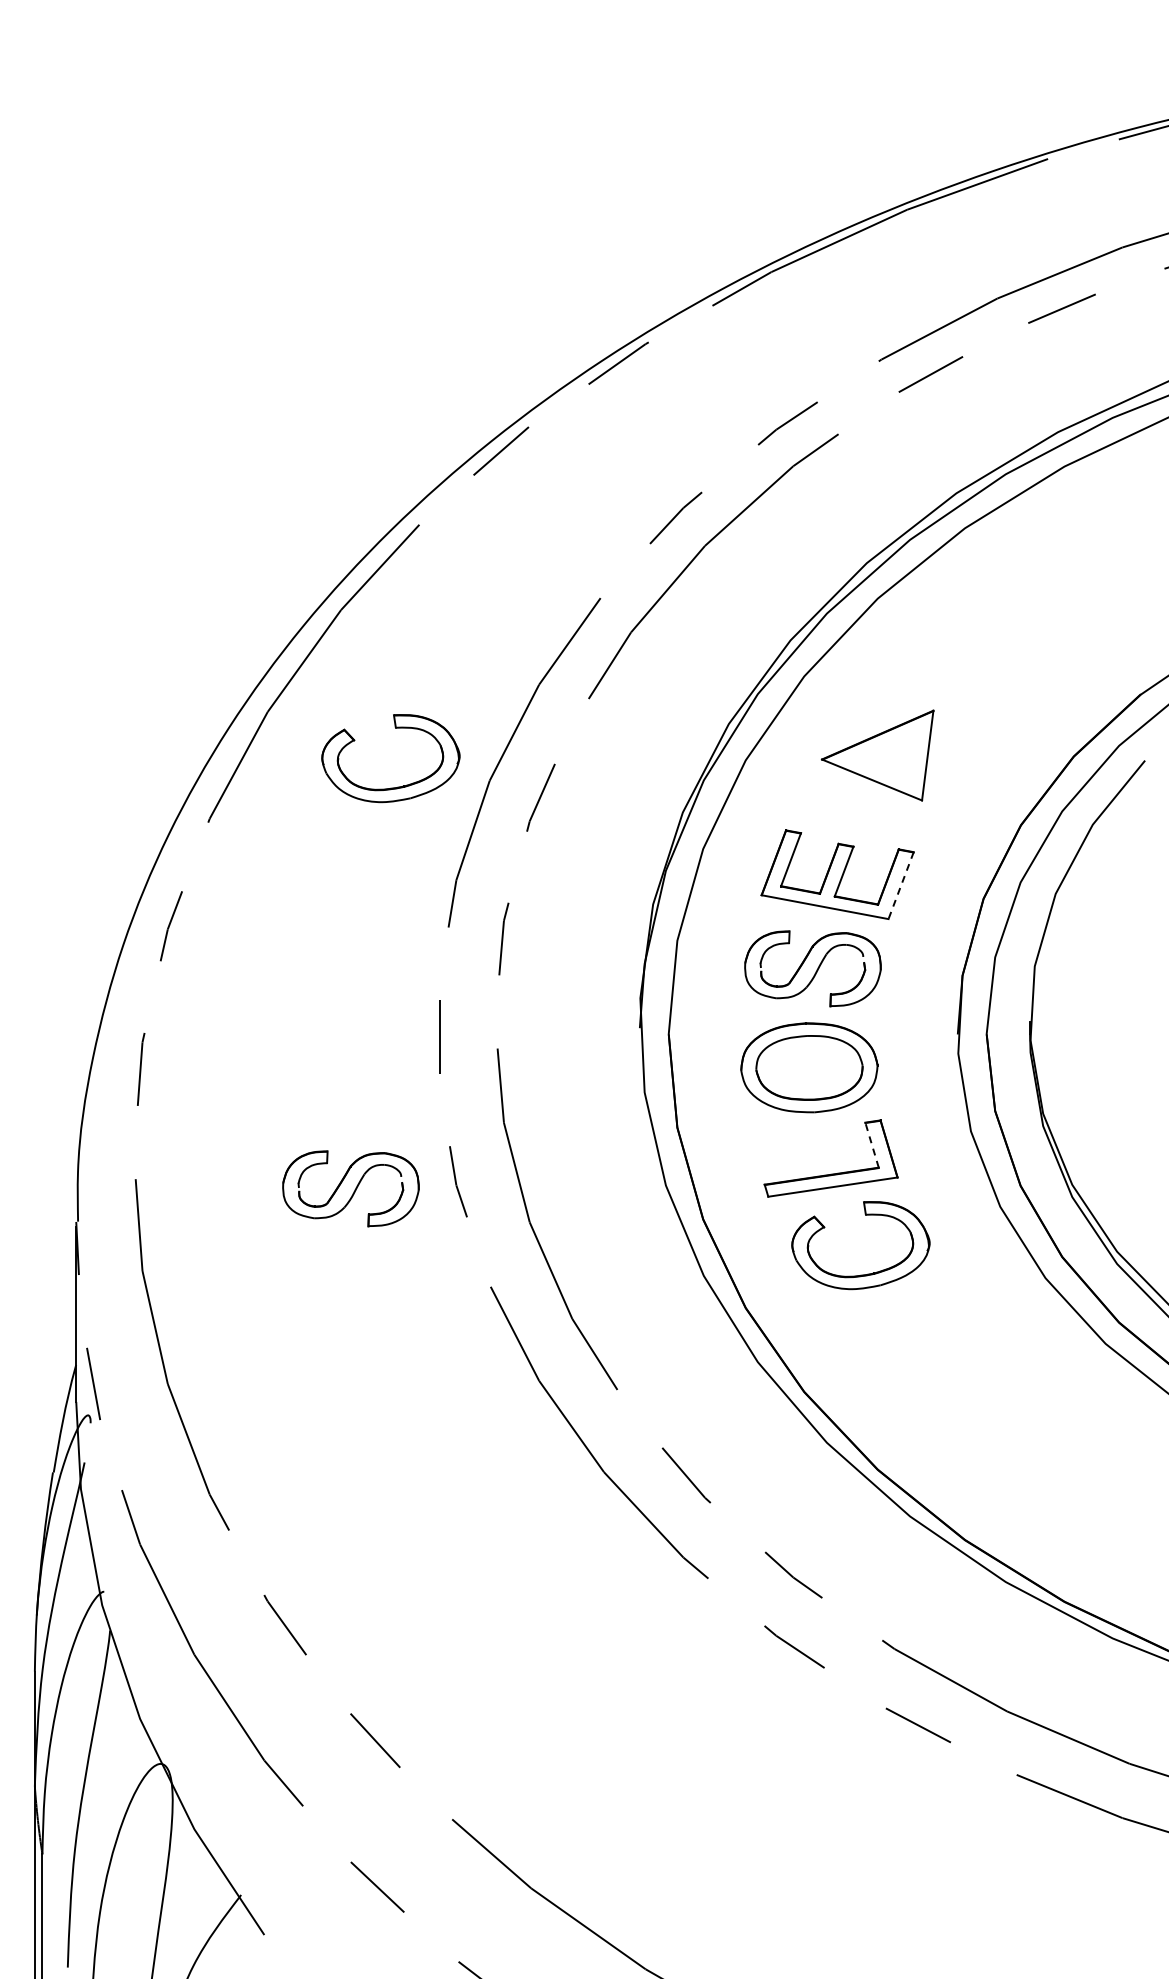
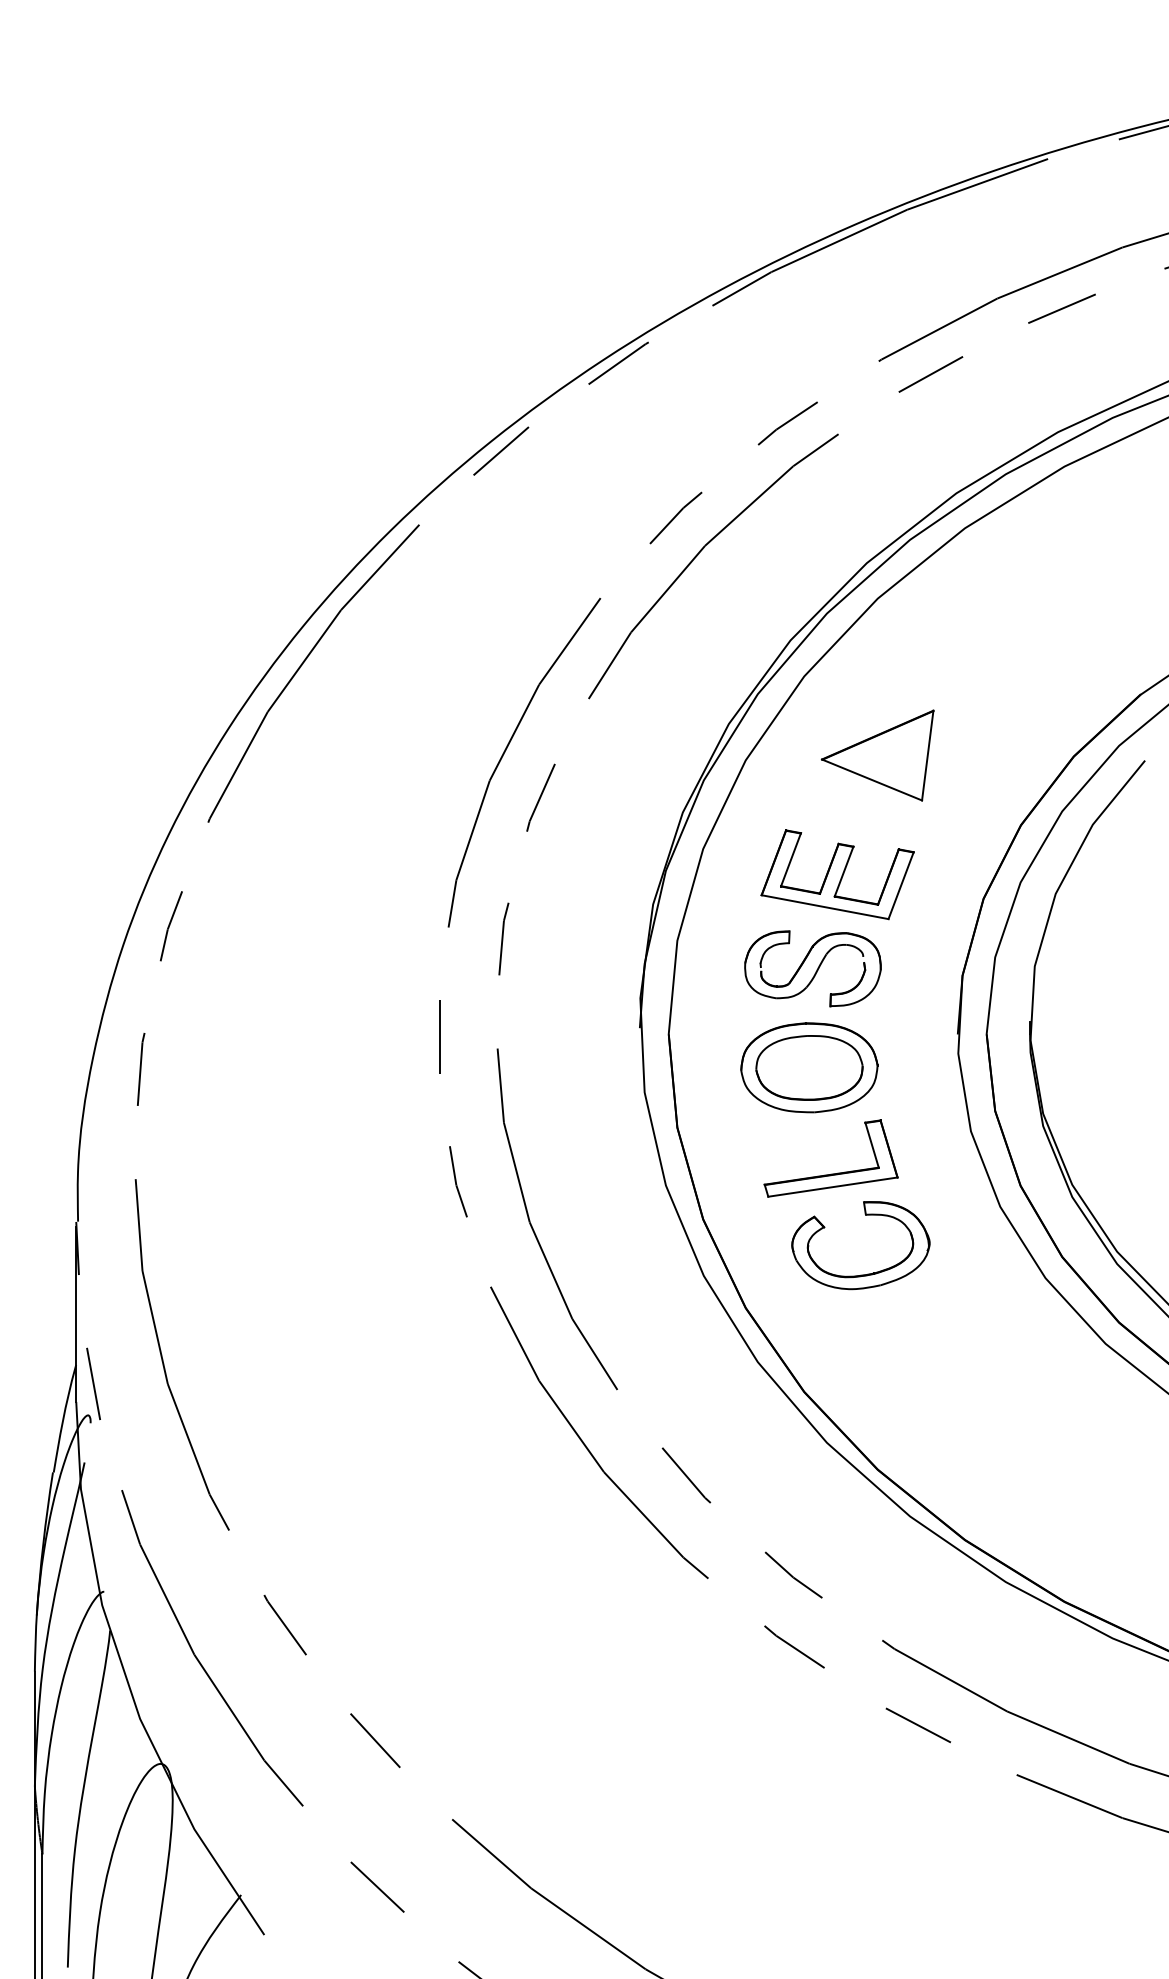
part at (397, 786): present -> none
line at (901, 885): dashed -> solid
line at (871, 1144): dashed -> solid
part at (350, 1188): present -> none
